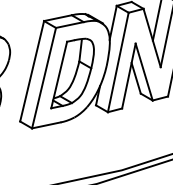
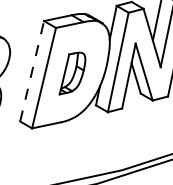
line at (32, 71): solid -> dashed
part at (72, 73) size: 45x73 px -> 29x45 px
